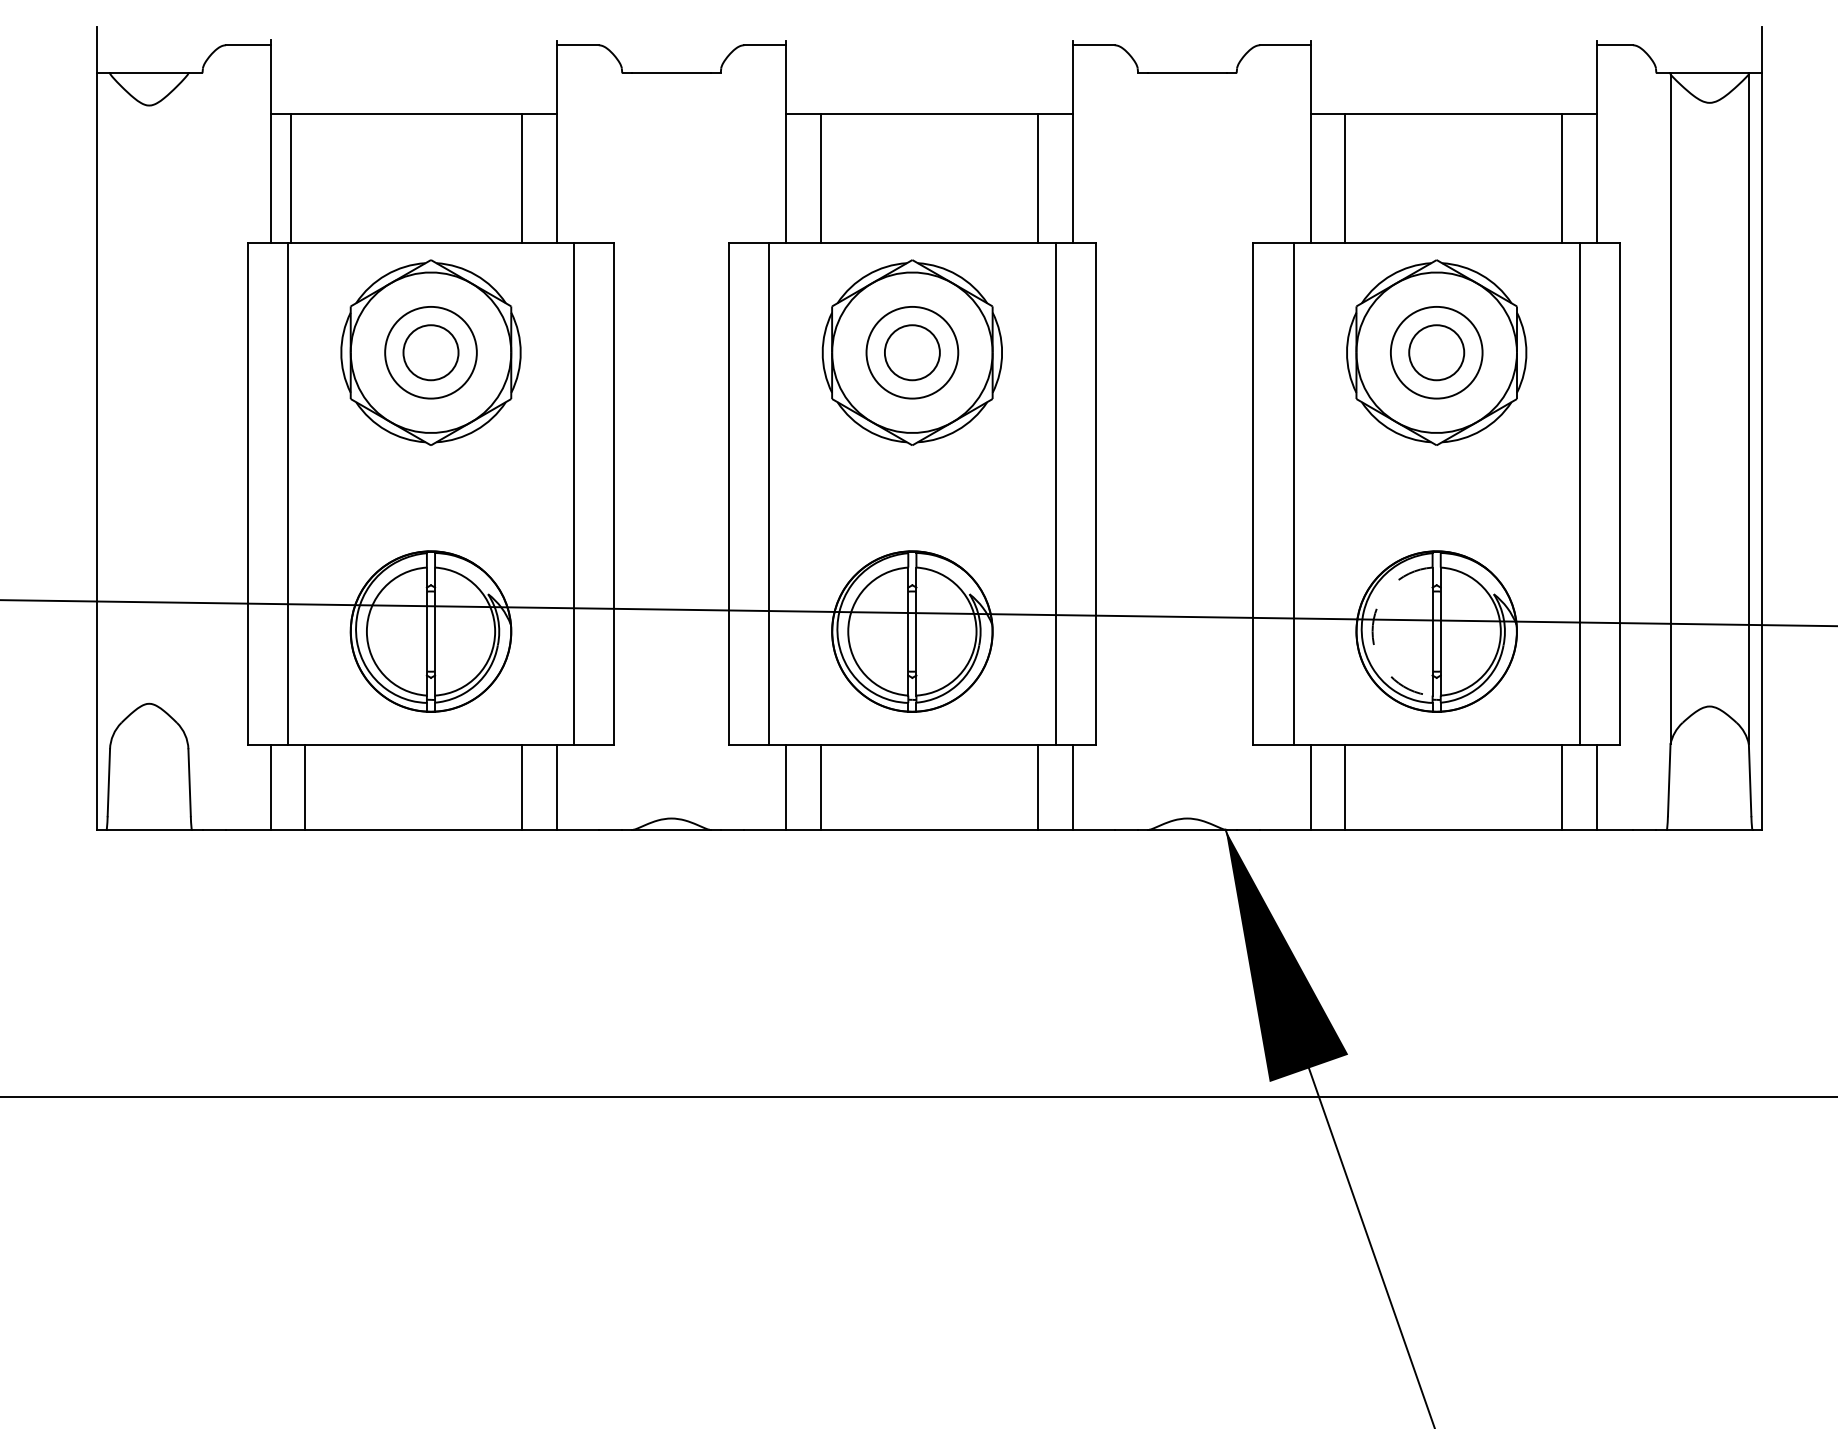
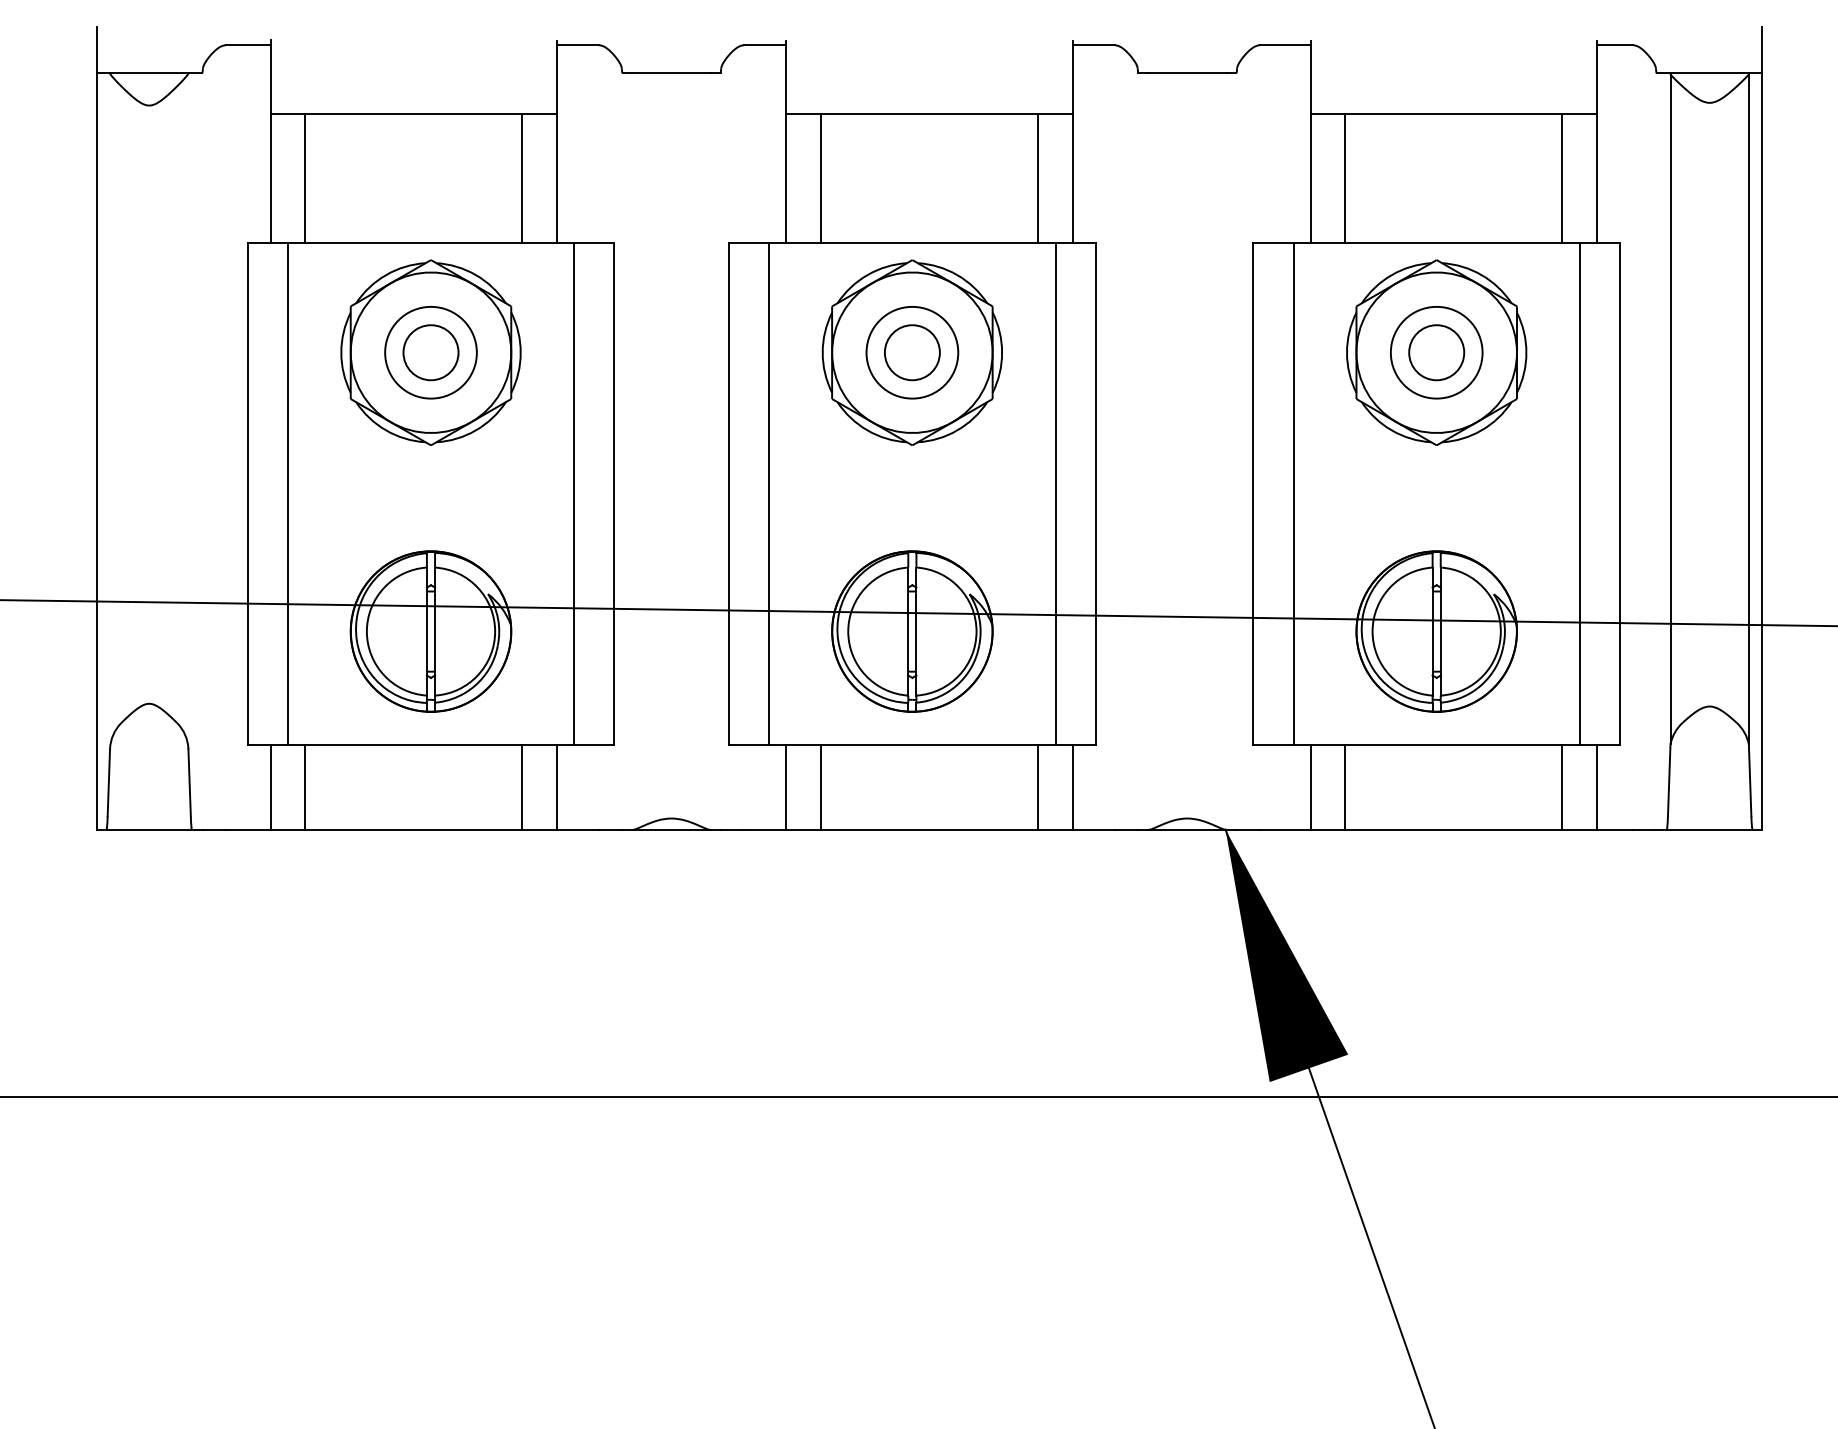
line at (290, 178) position: (290, 178) -> (304, 178)
arc at (1372, 631): dashed -> solid
